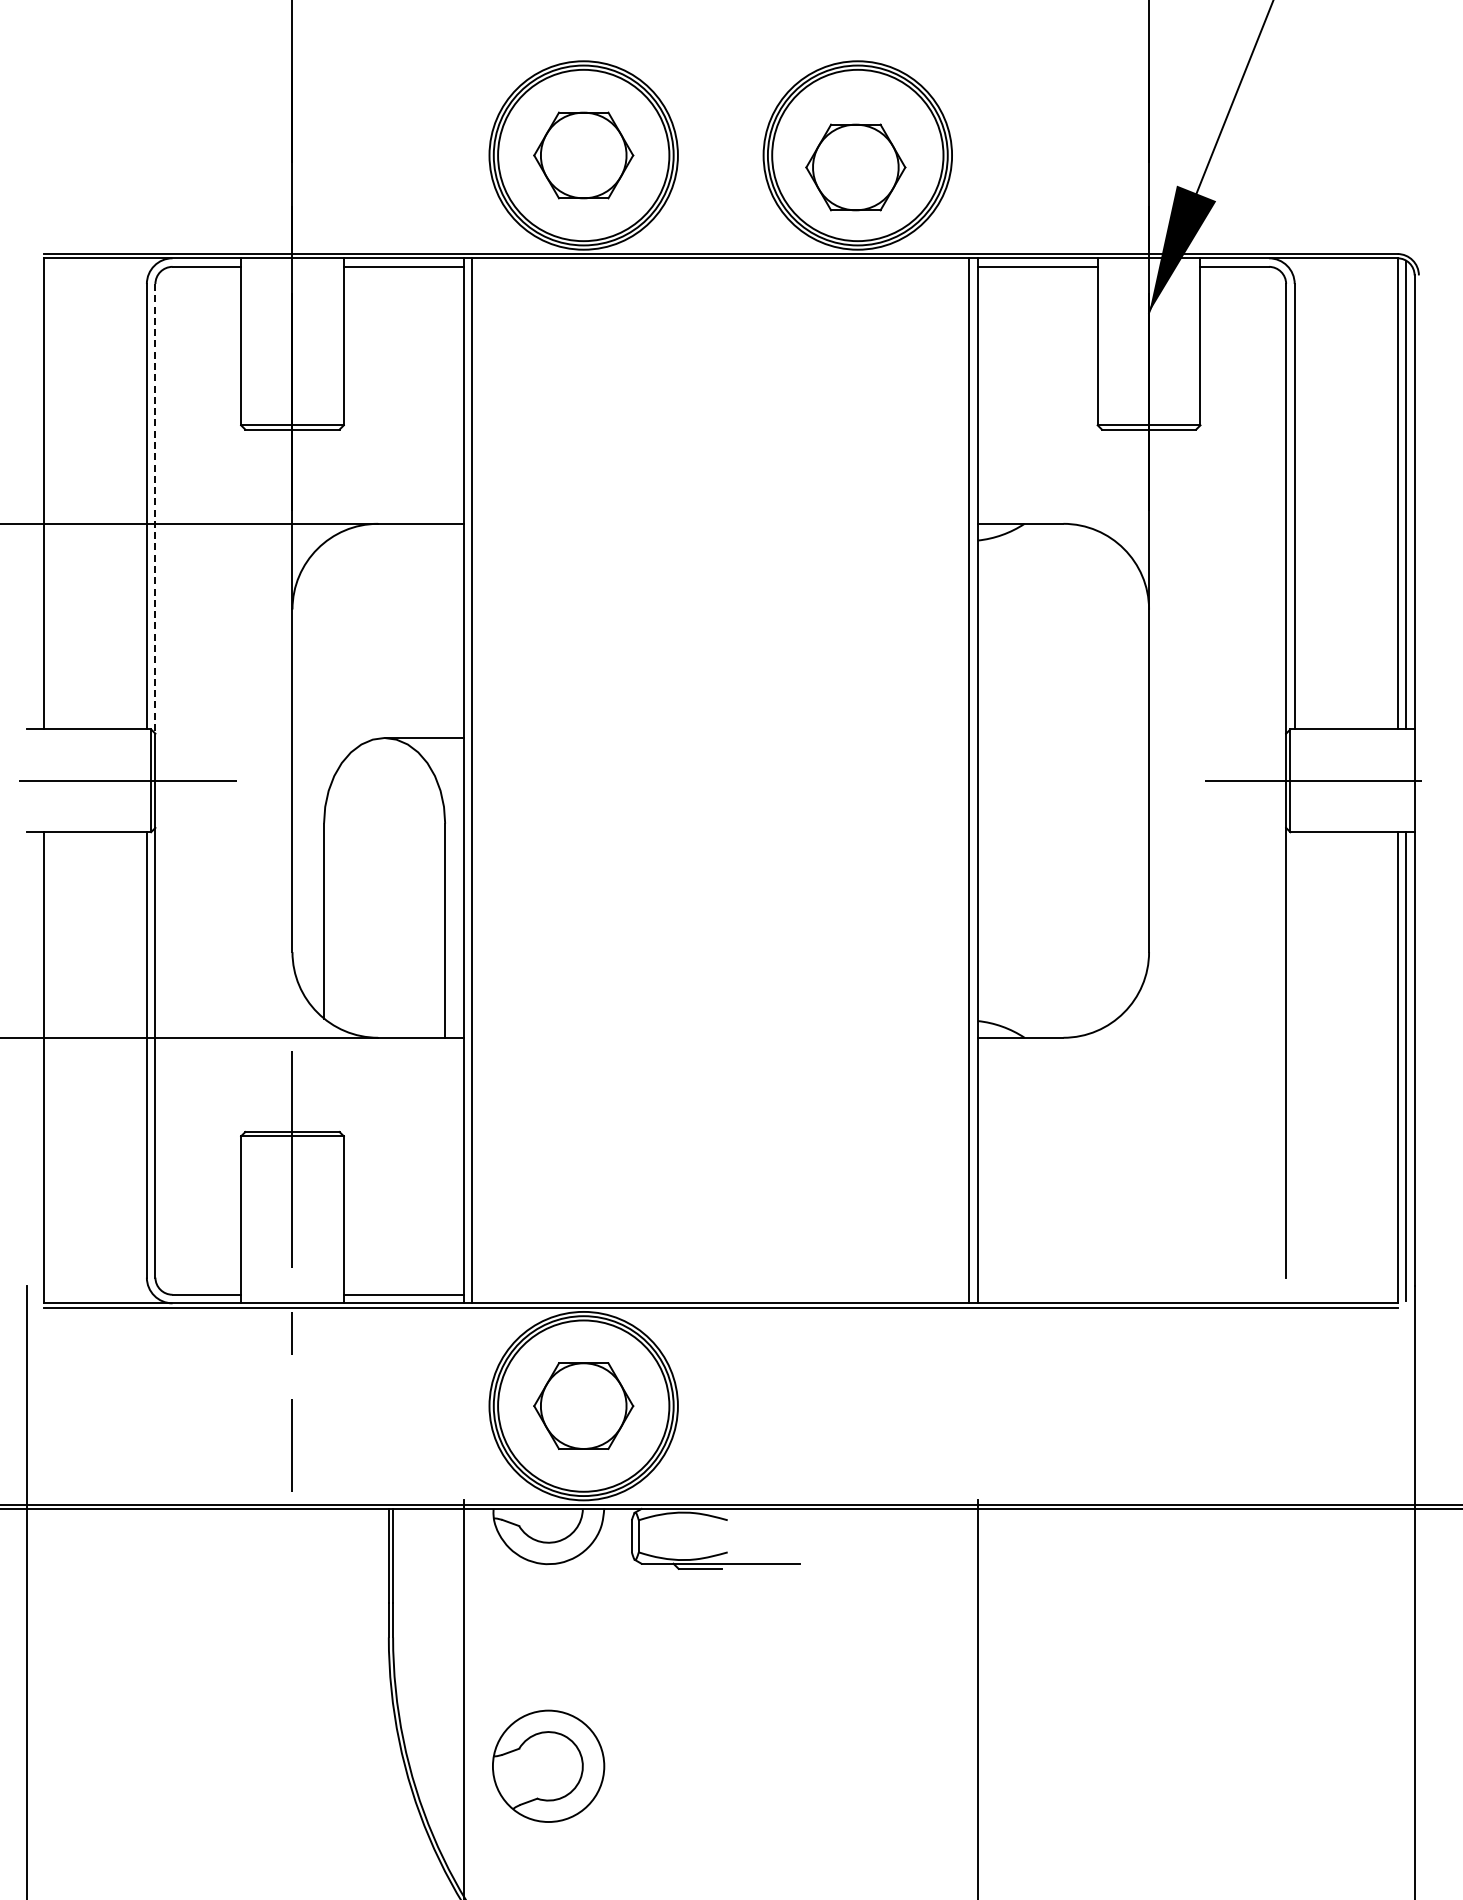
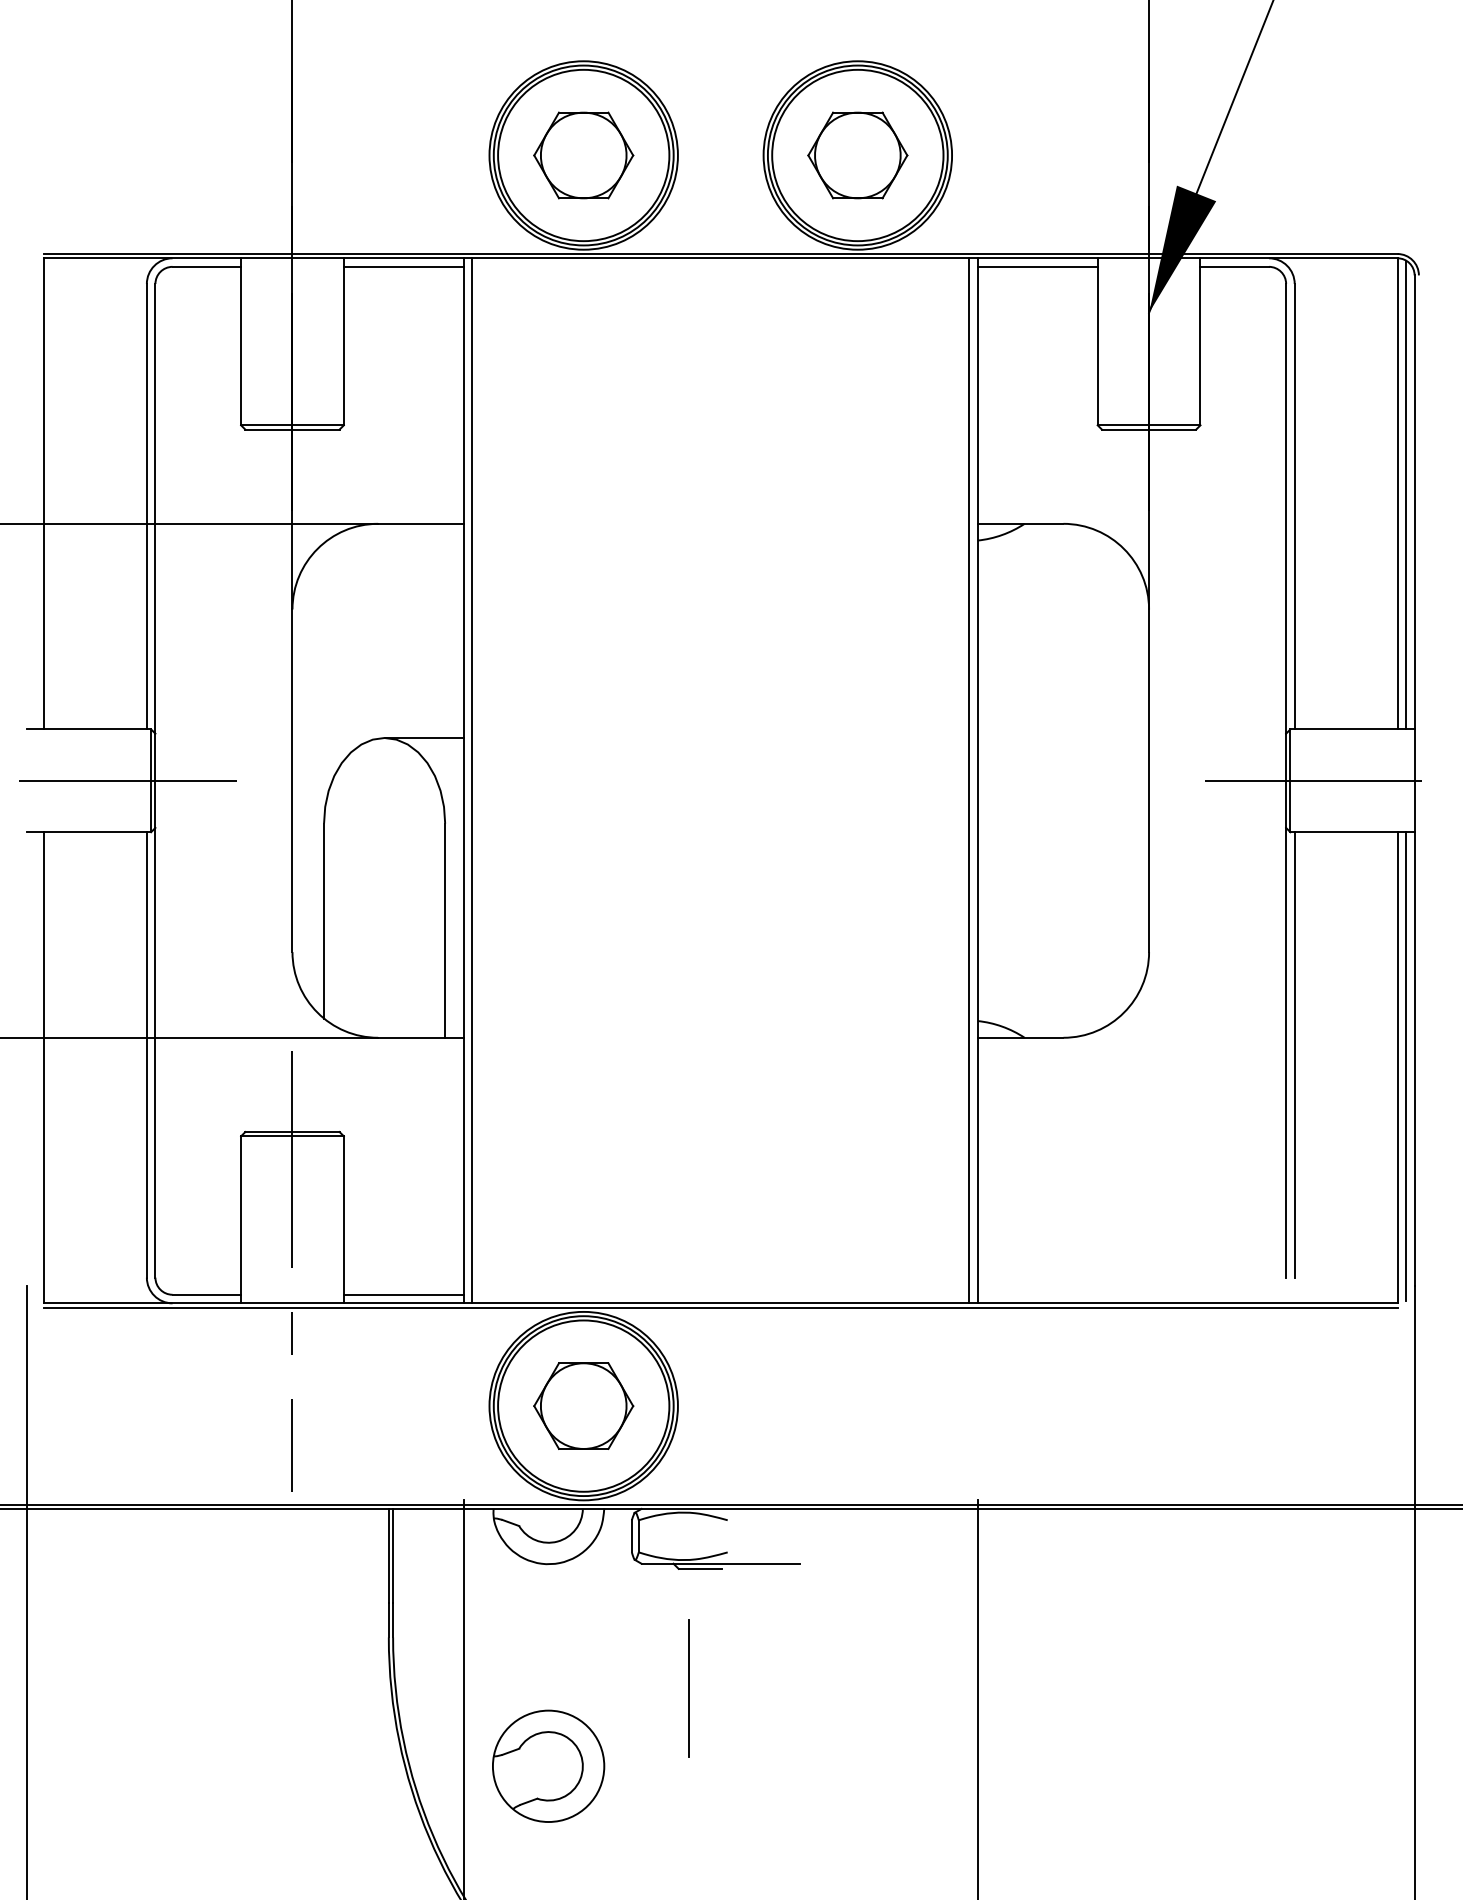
part at (855, 167) position: (855, 167) -> (857, 155)
line at (155, 508): dashed -> solid
line at (1294, 1054): none -> present
line at (688, 1688): none -> present
